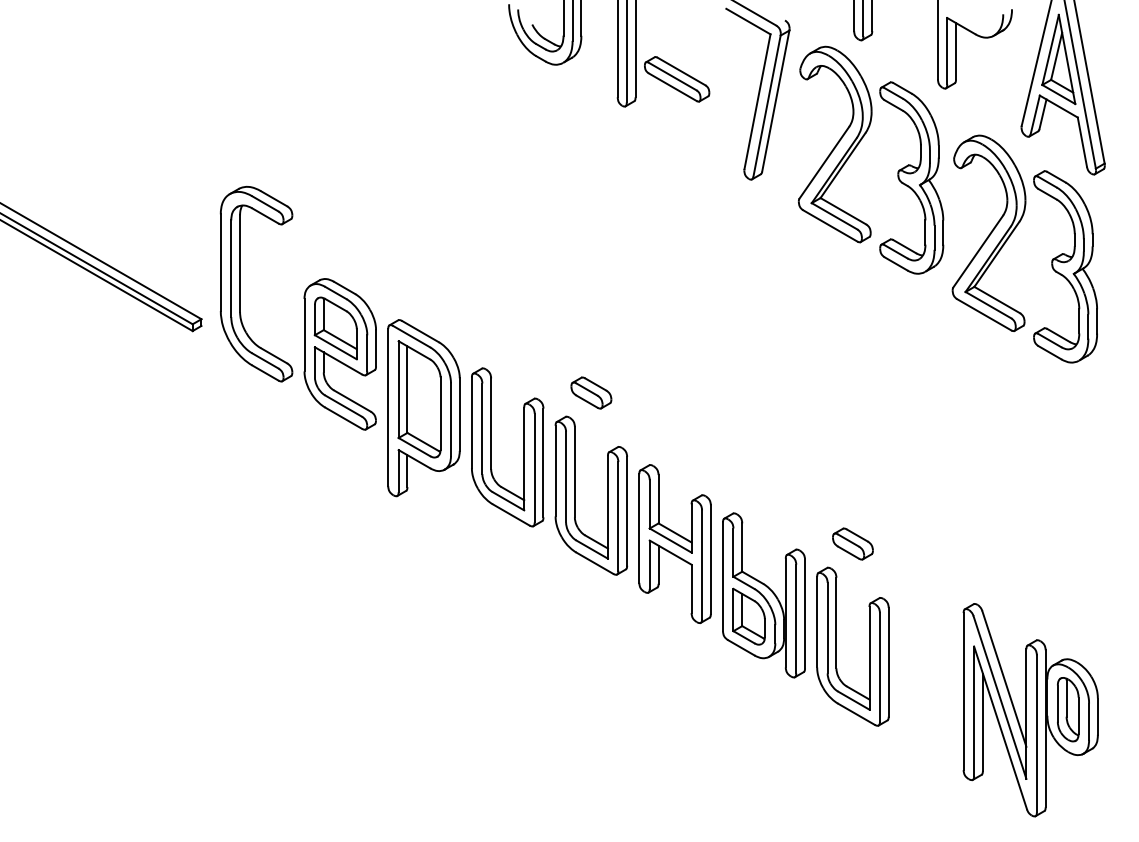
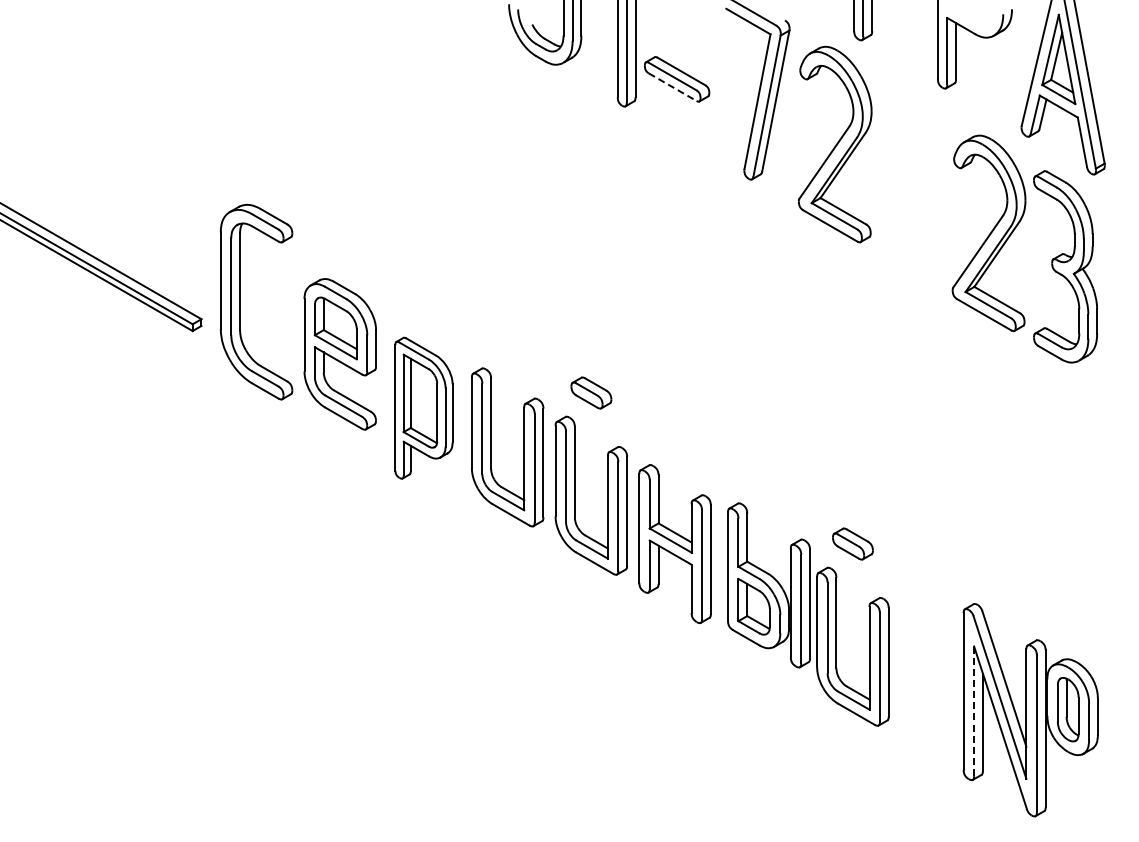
line at (672, 87): solid -> dashed
part at (911, 177): present -> none
part at (240, 283) position: (240, 283) -> (240, 301)
part at (423, 408) size: 74x179 px -> 60x144 px
part at (763, 595) position: (763, 595) -> (768, 585)
line at (974, 711): solid -> dashed
